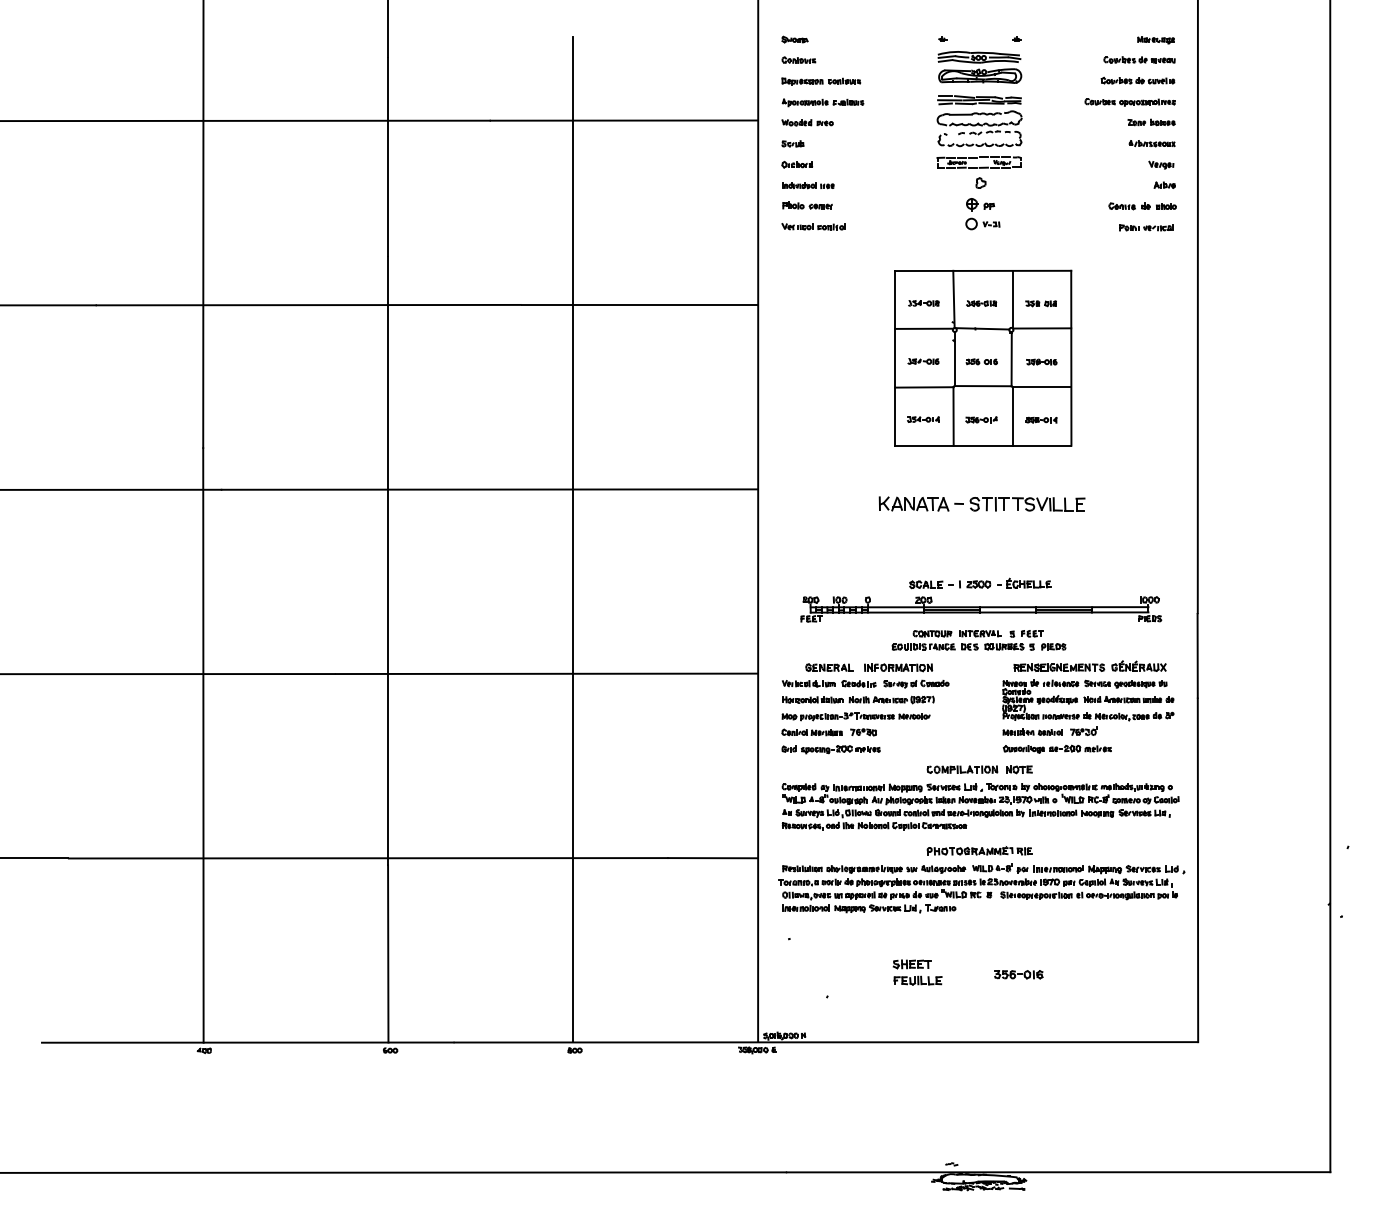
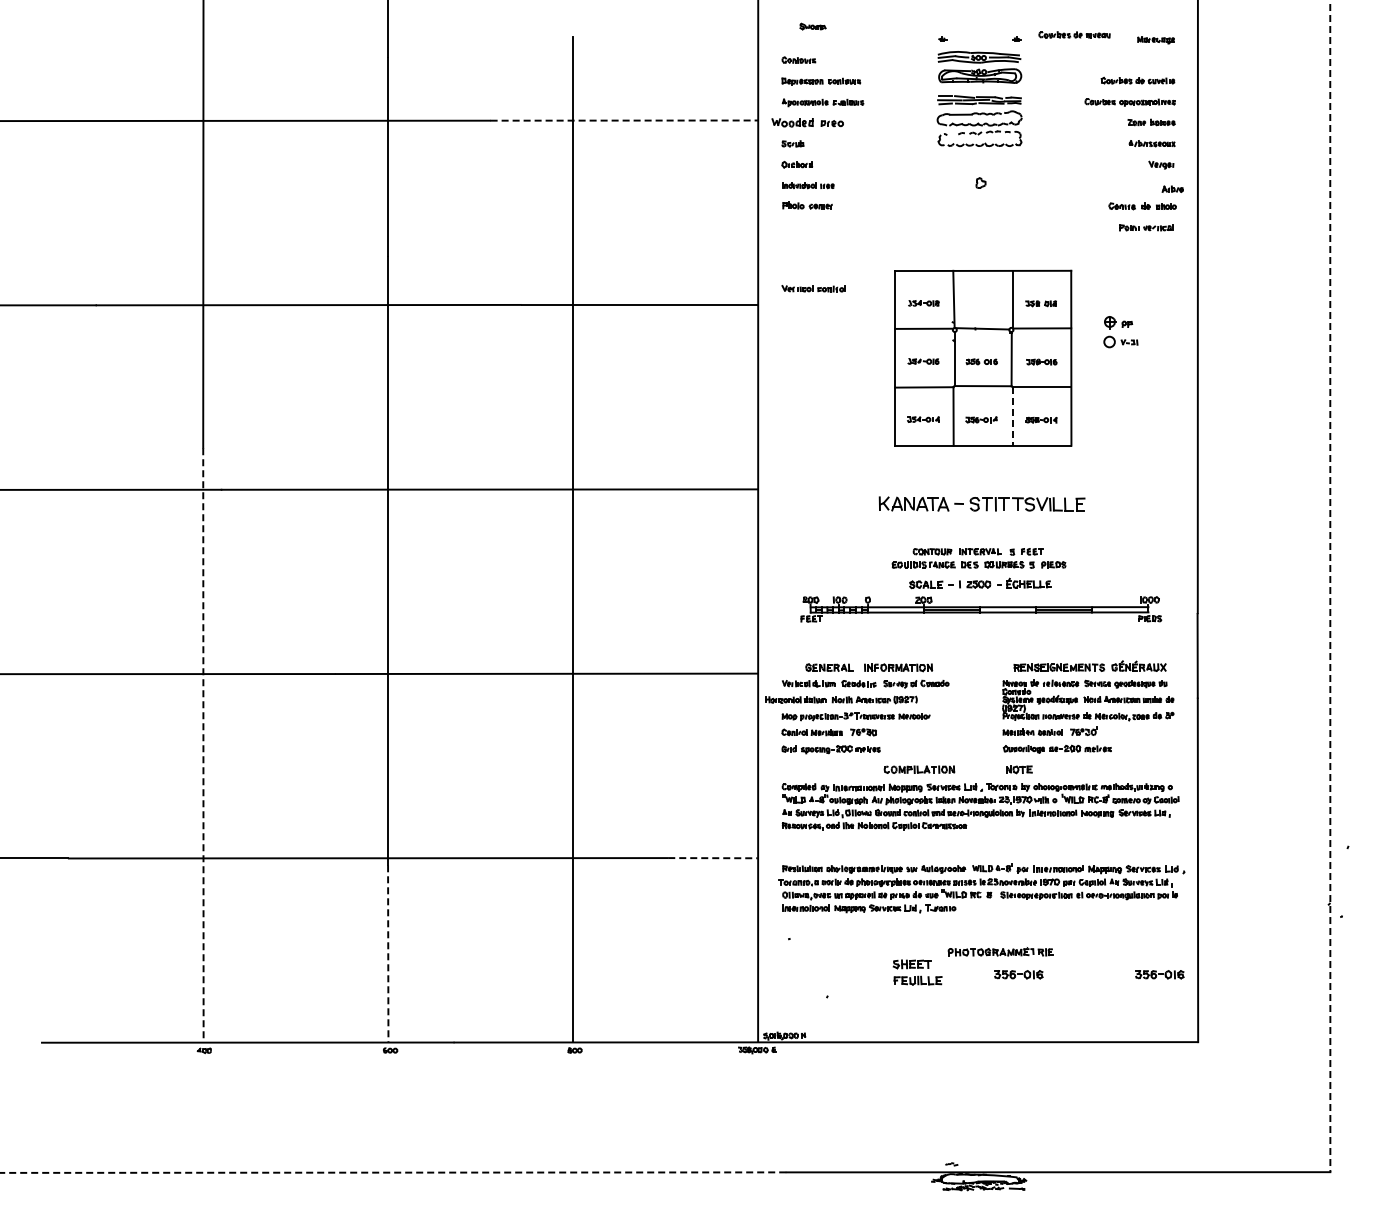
part at (794, 39) position: (794, 39) -> (812, 26)
part at (1139, 59) position: (1139, 59) -> (1074, 34)
line at (624, 120): solid -> dashed
part at (807, 122) size: 53x8 px -> 73x10 px
part at (978, 162): present -> none
part at (1164, 184) position: (1164, 184) -> (1172, 188)
part at (982, 214) position: (982, 214) -> (1120, 332)
part at (813, 226) position: (813, 226) -> (813, 288)
part at (981, 303): present -> none
line at (1012, 416): solid -> dashed
line at (1330, 586): solid -> dashed
part at (978, 640) position: (978, 640) -> (978, 558)
part at (858, 699) position: (858, 699) -> (841, 699)
line at (203, 745): solid -> dashed
part at (962, 769) position: (962, 769) -> (919, 769)
part at (979, 850) position: (979, 850) -> (1000, 951)
line at (712, 858): solid -> dashed
line at (388, 953): solid -> dashed
part at (1159, 974): none -> present
line at (393, 1172): solid -> dashed
